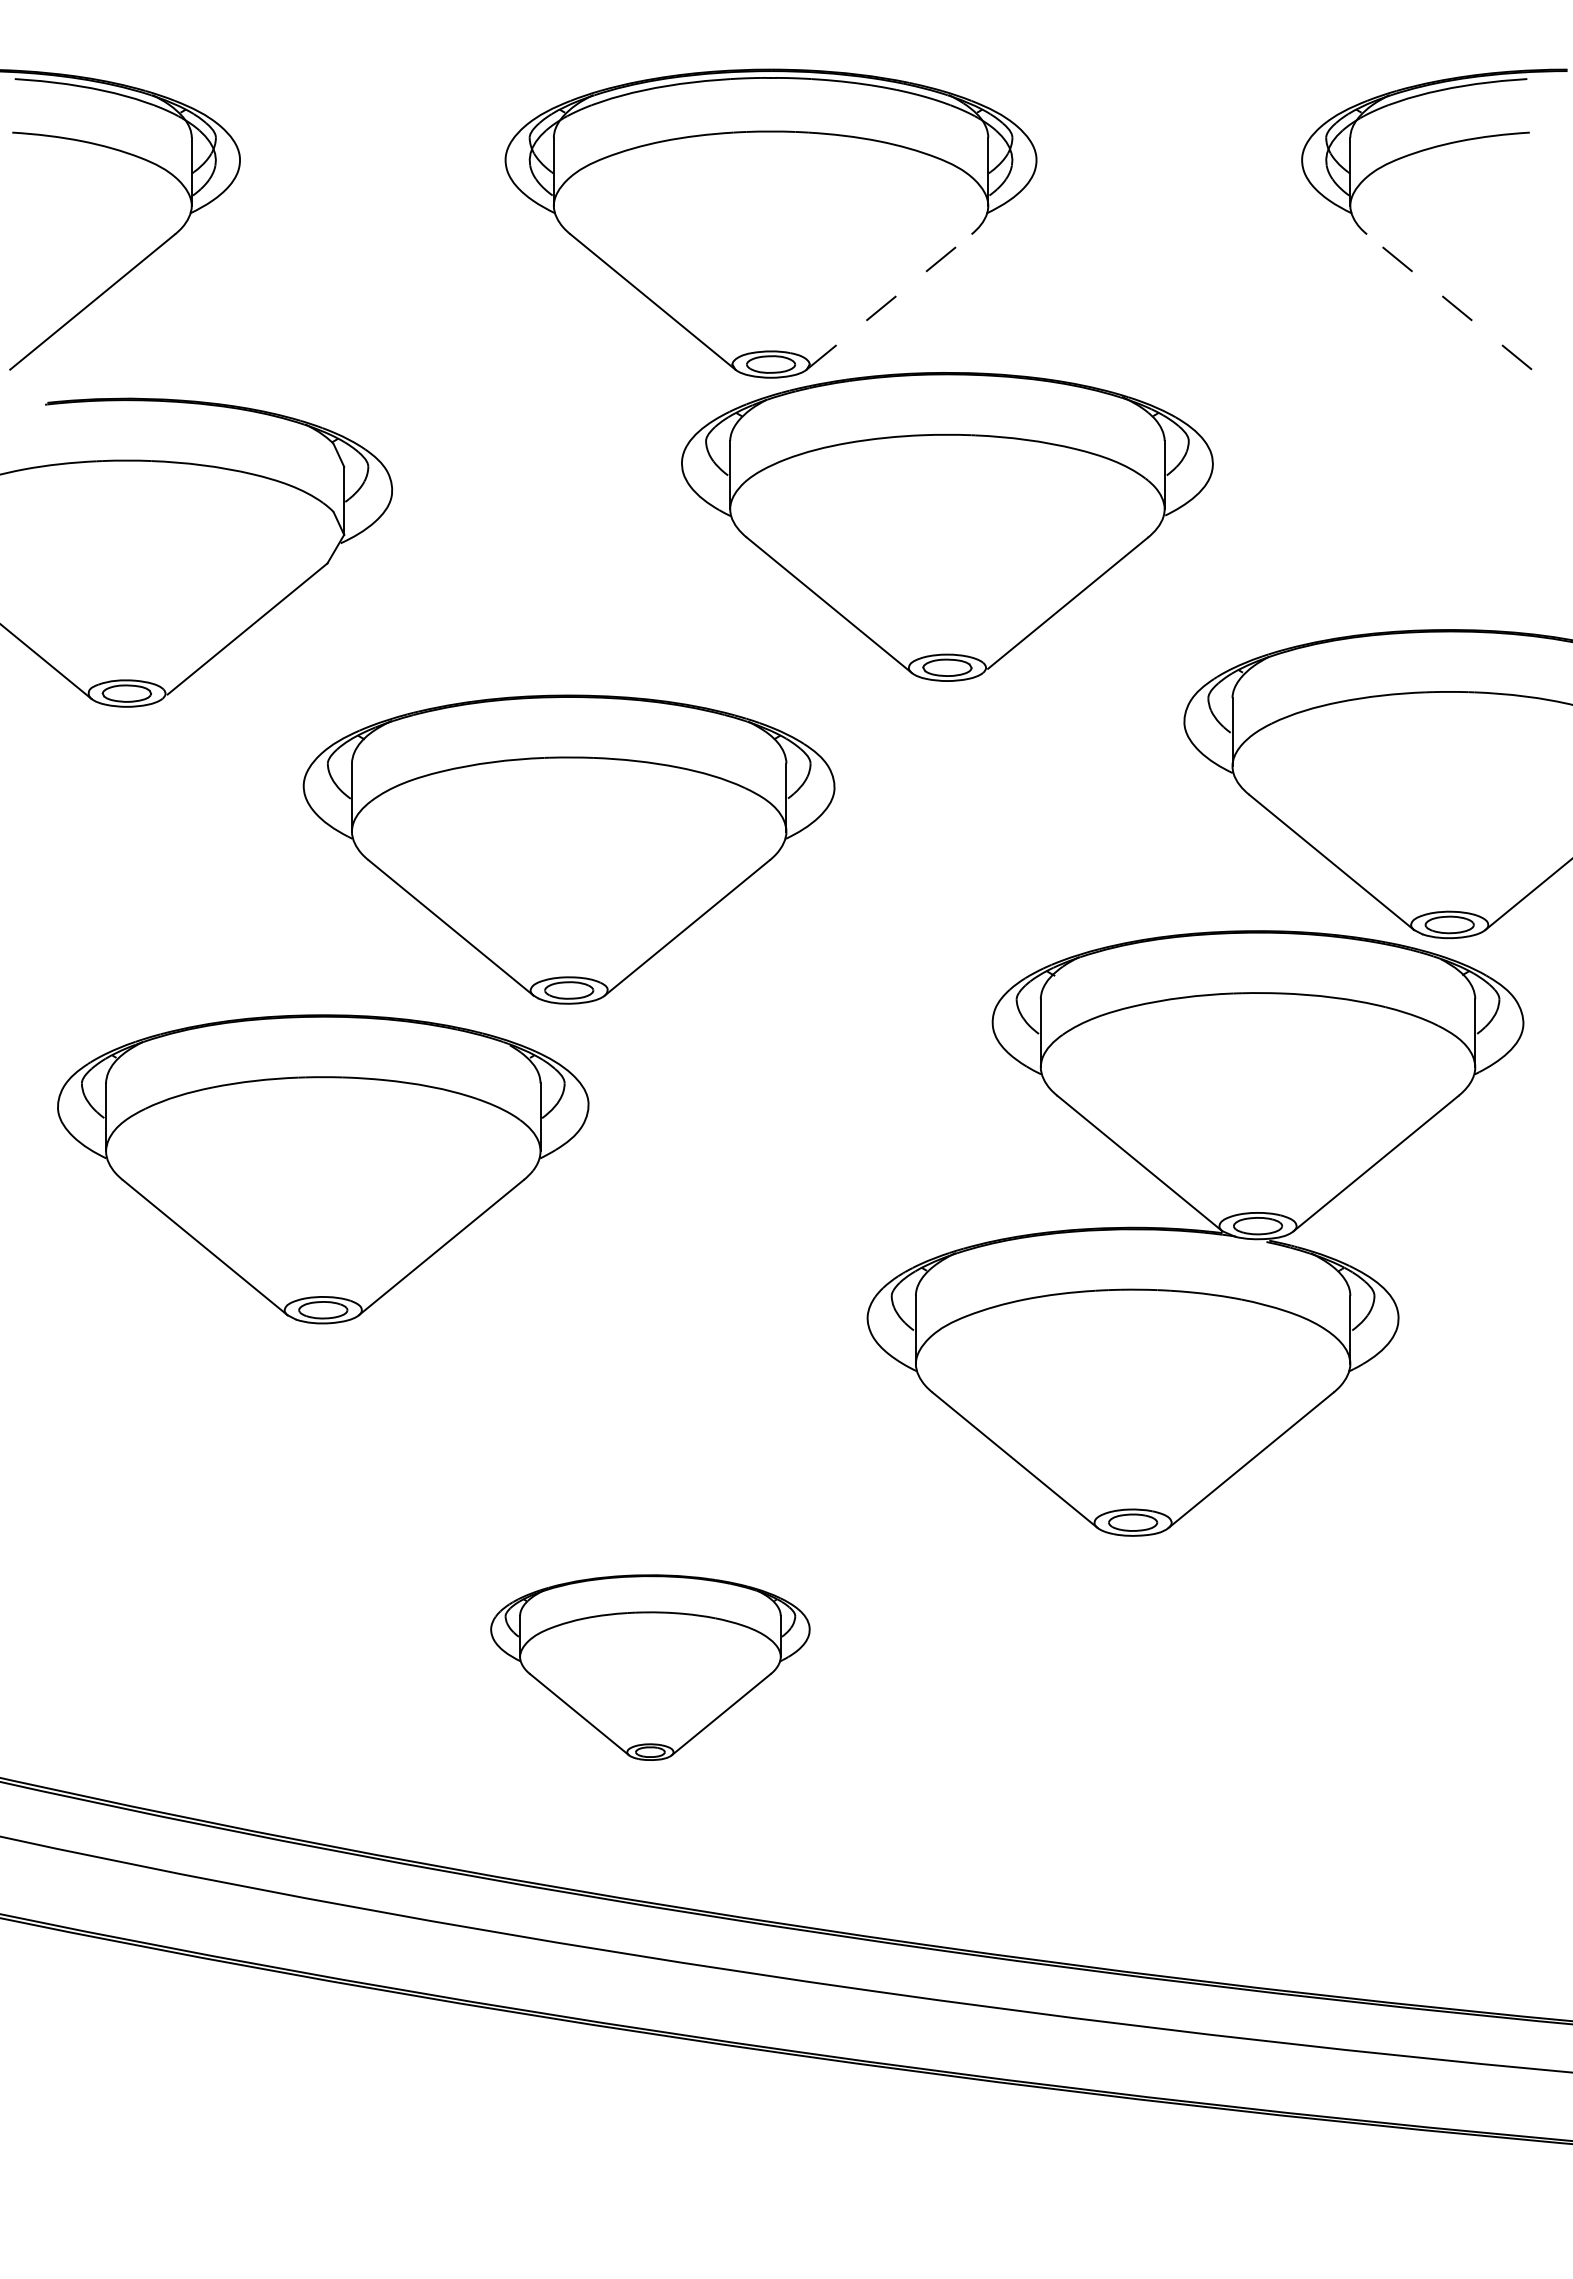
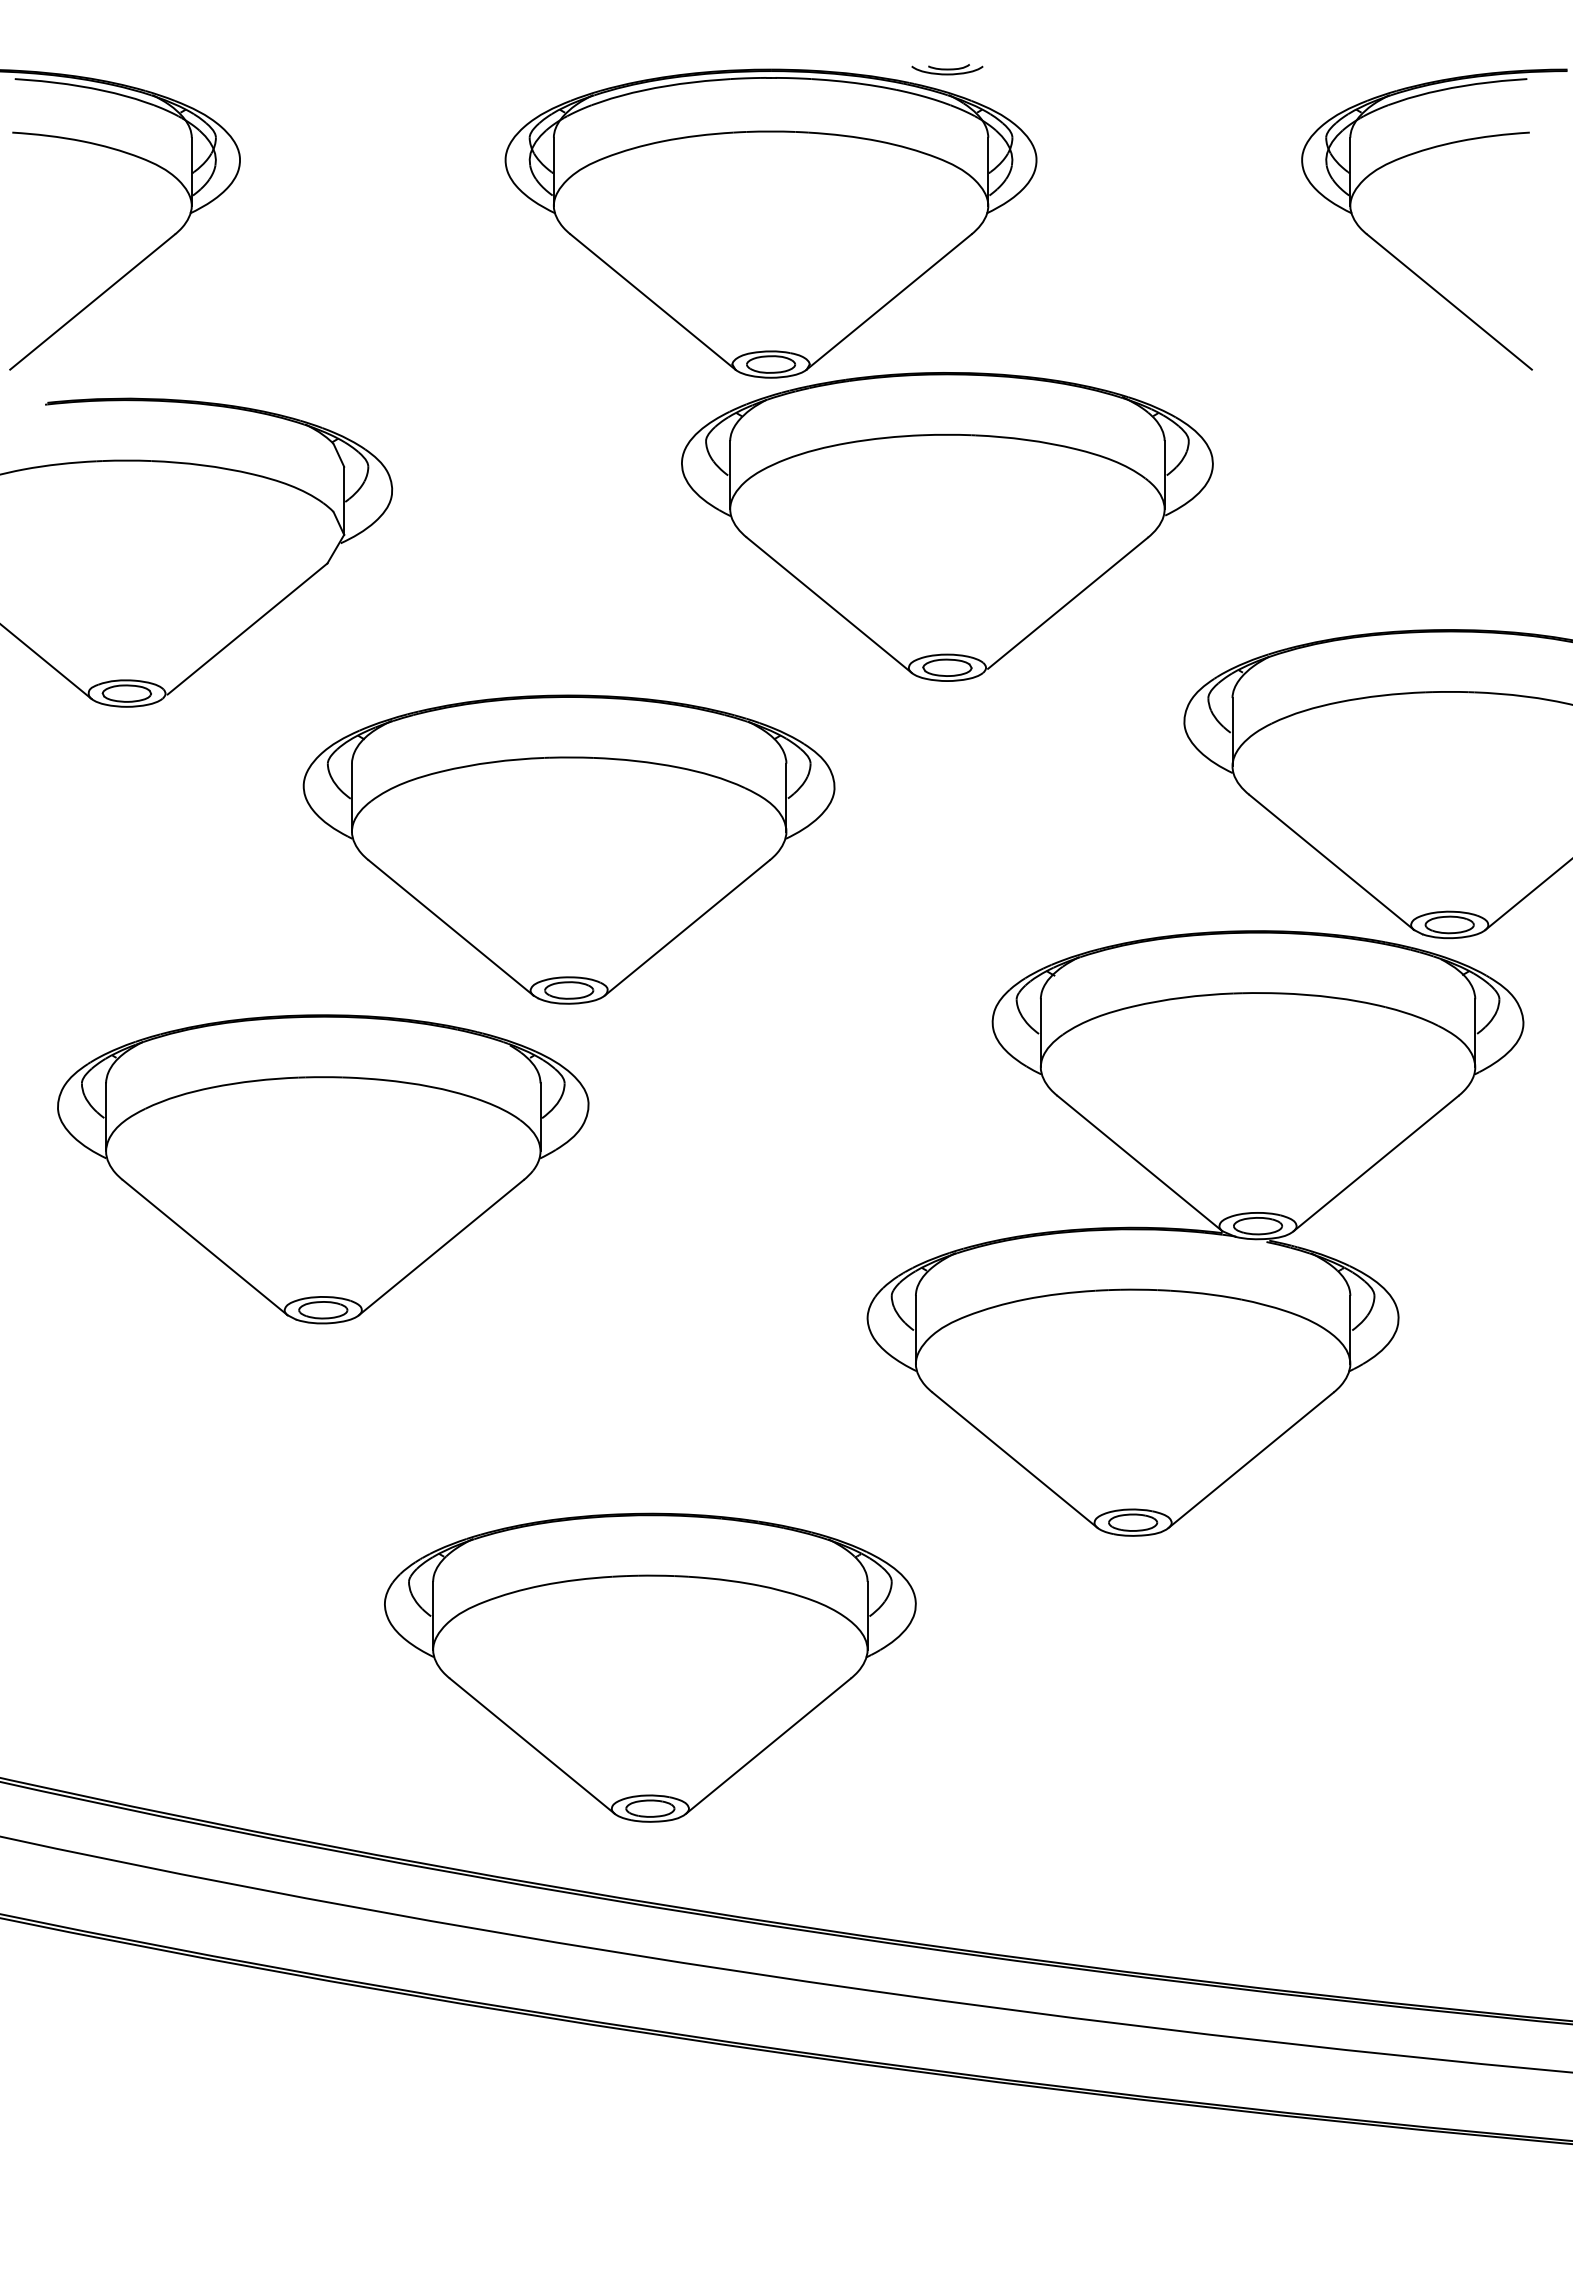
part at (947, 69): none -> present
line at (889, 302): dashed -> solid
line at (1449, 302): dashed -> solid
part at (650, 1667) size: 321x187 px -> 533x311 px
